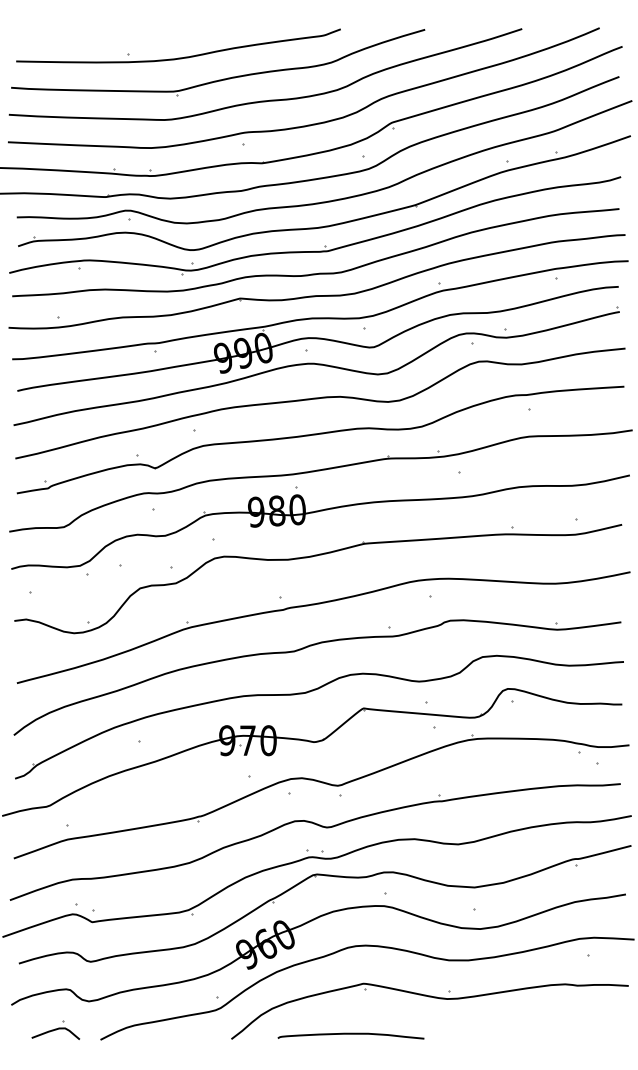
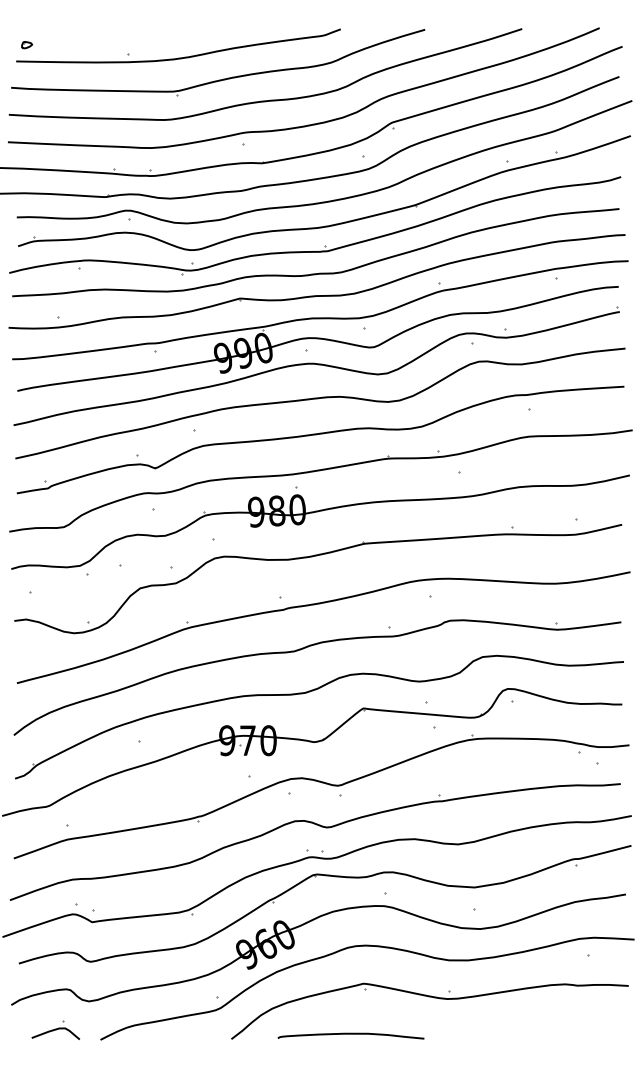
part at (27, 45): none -> present
